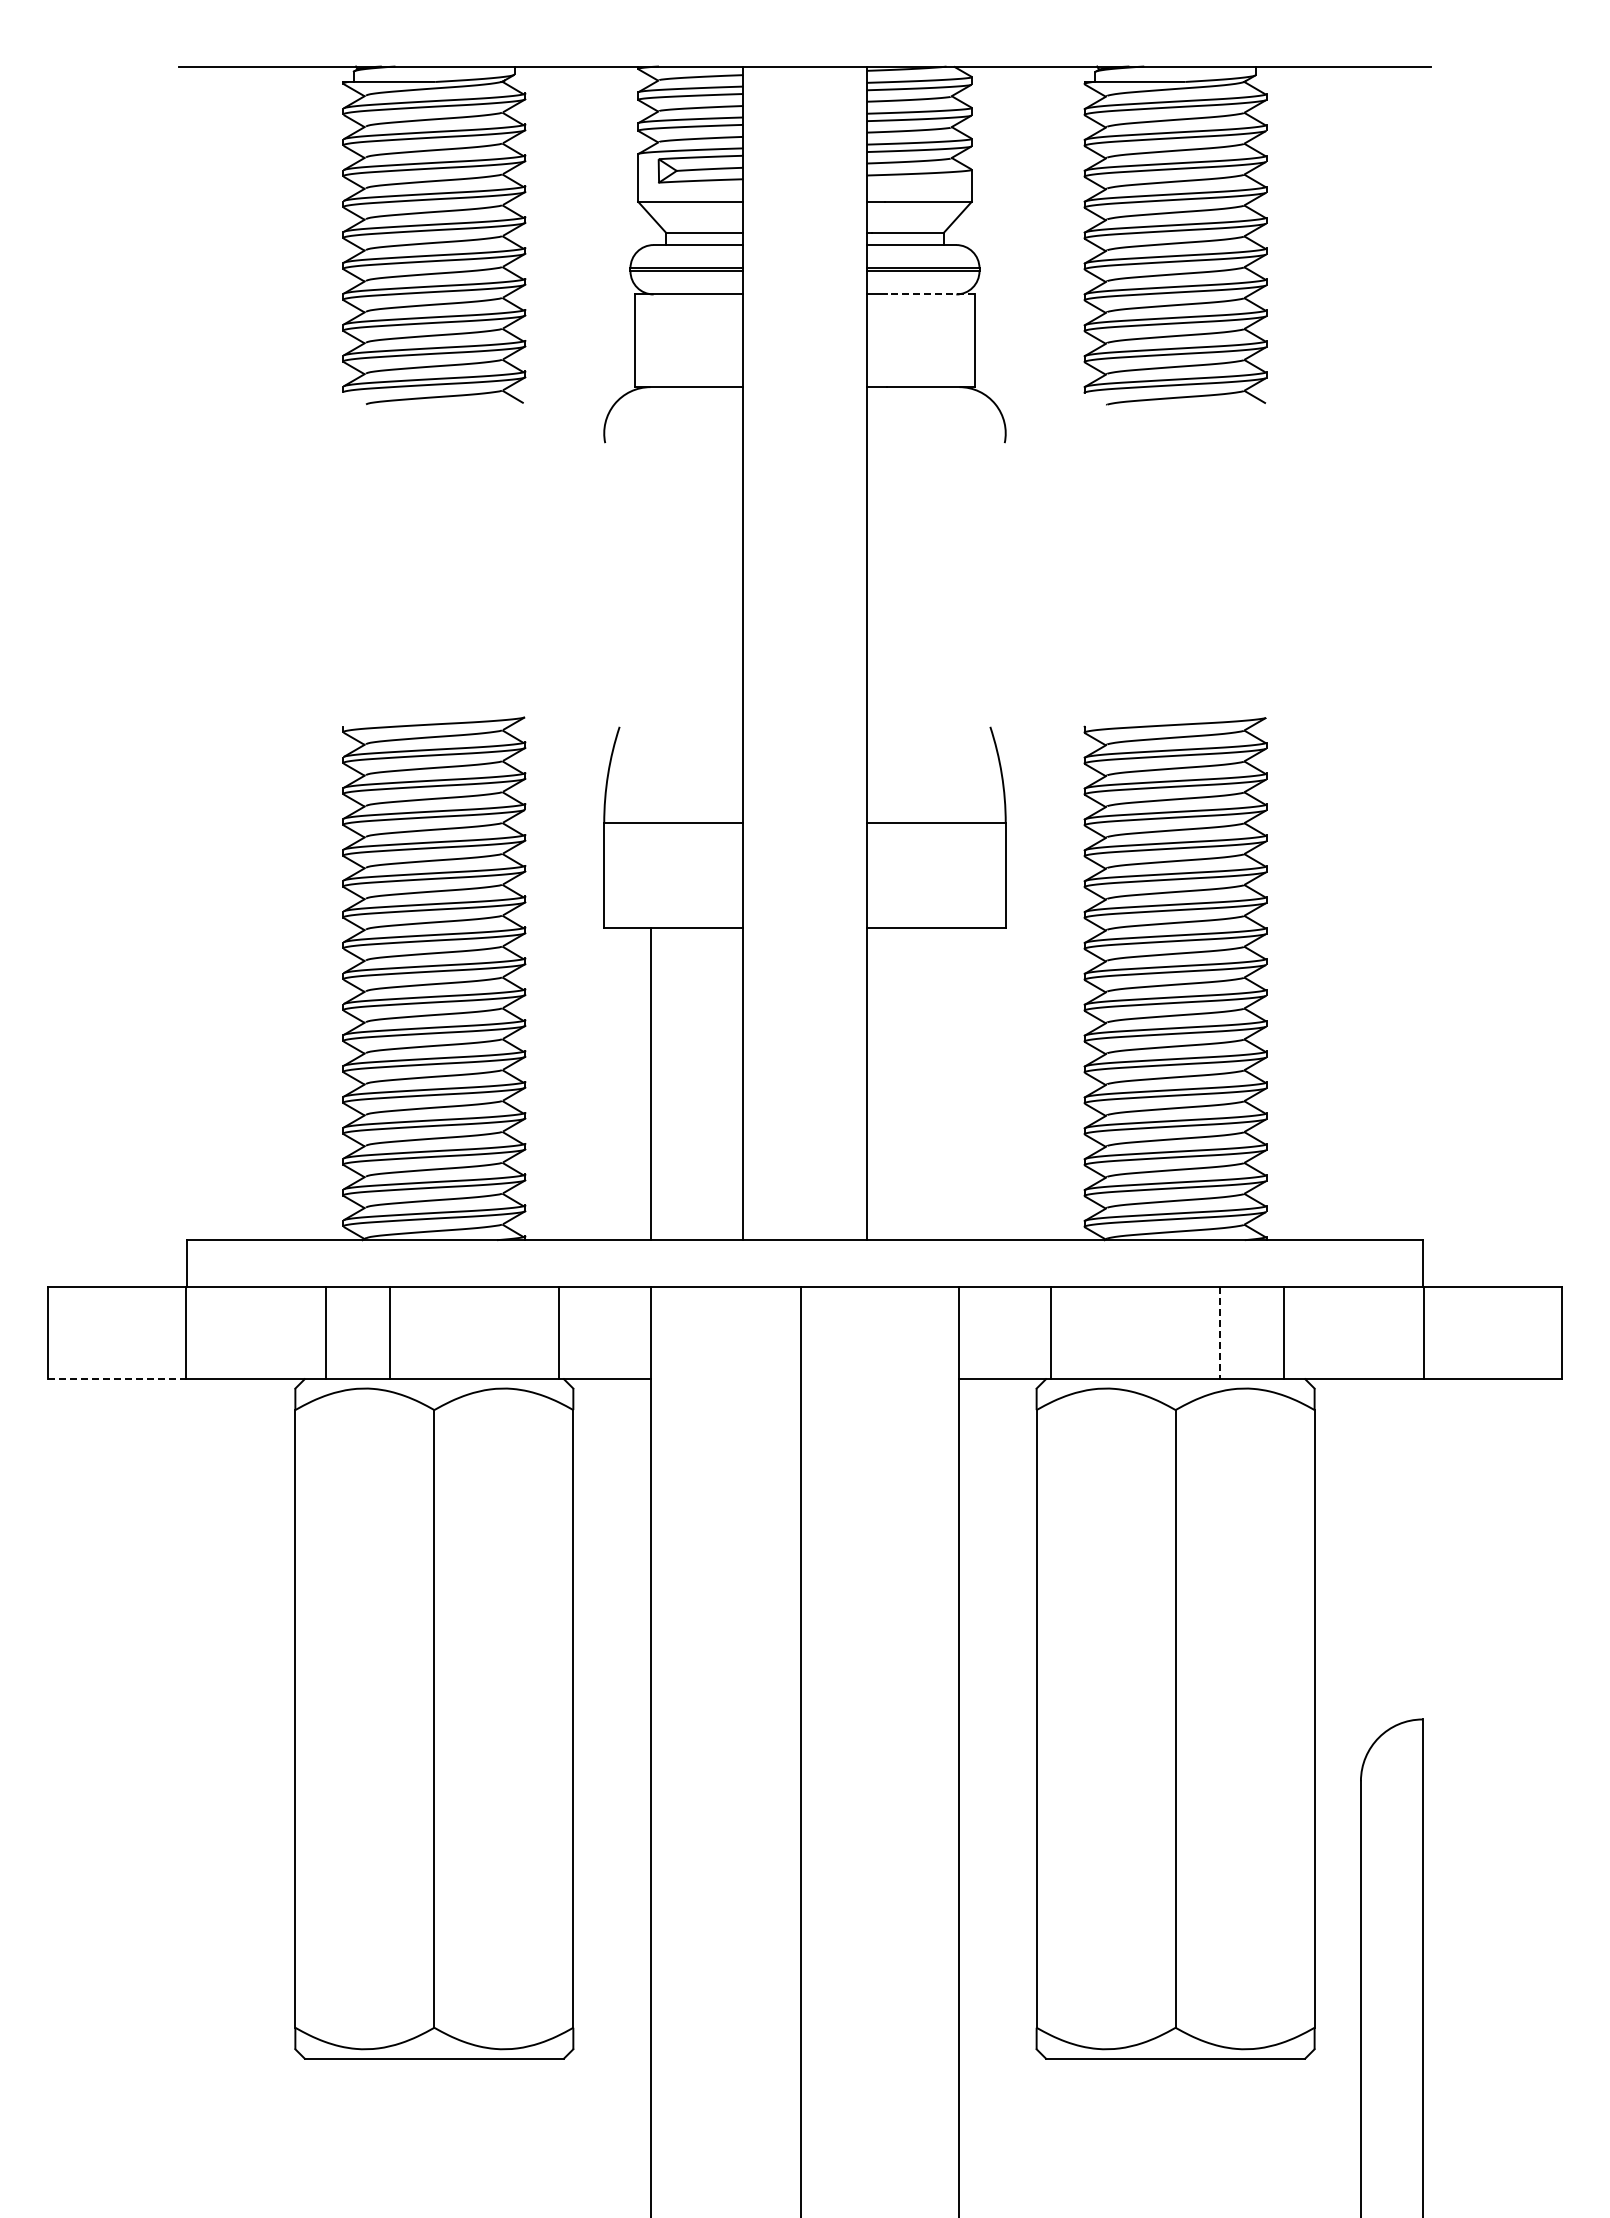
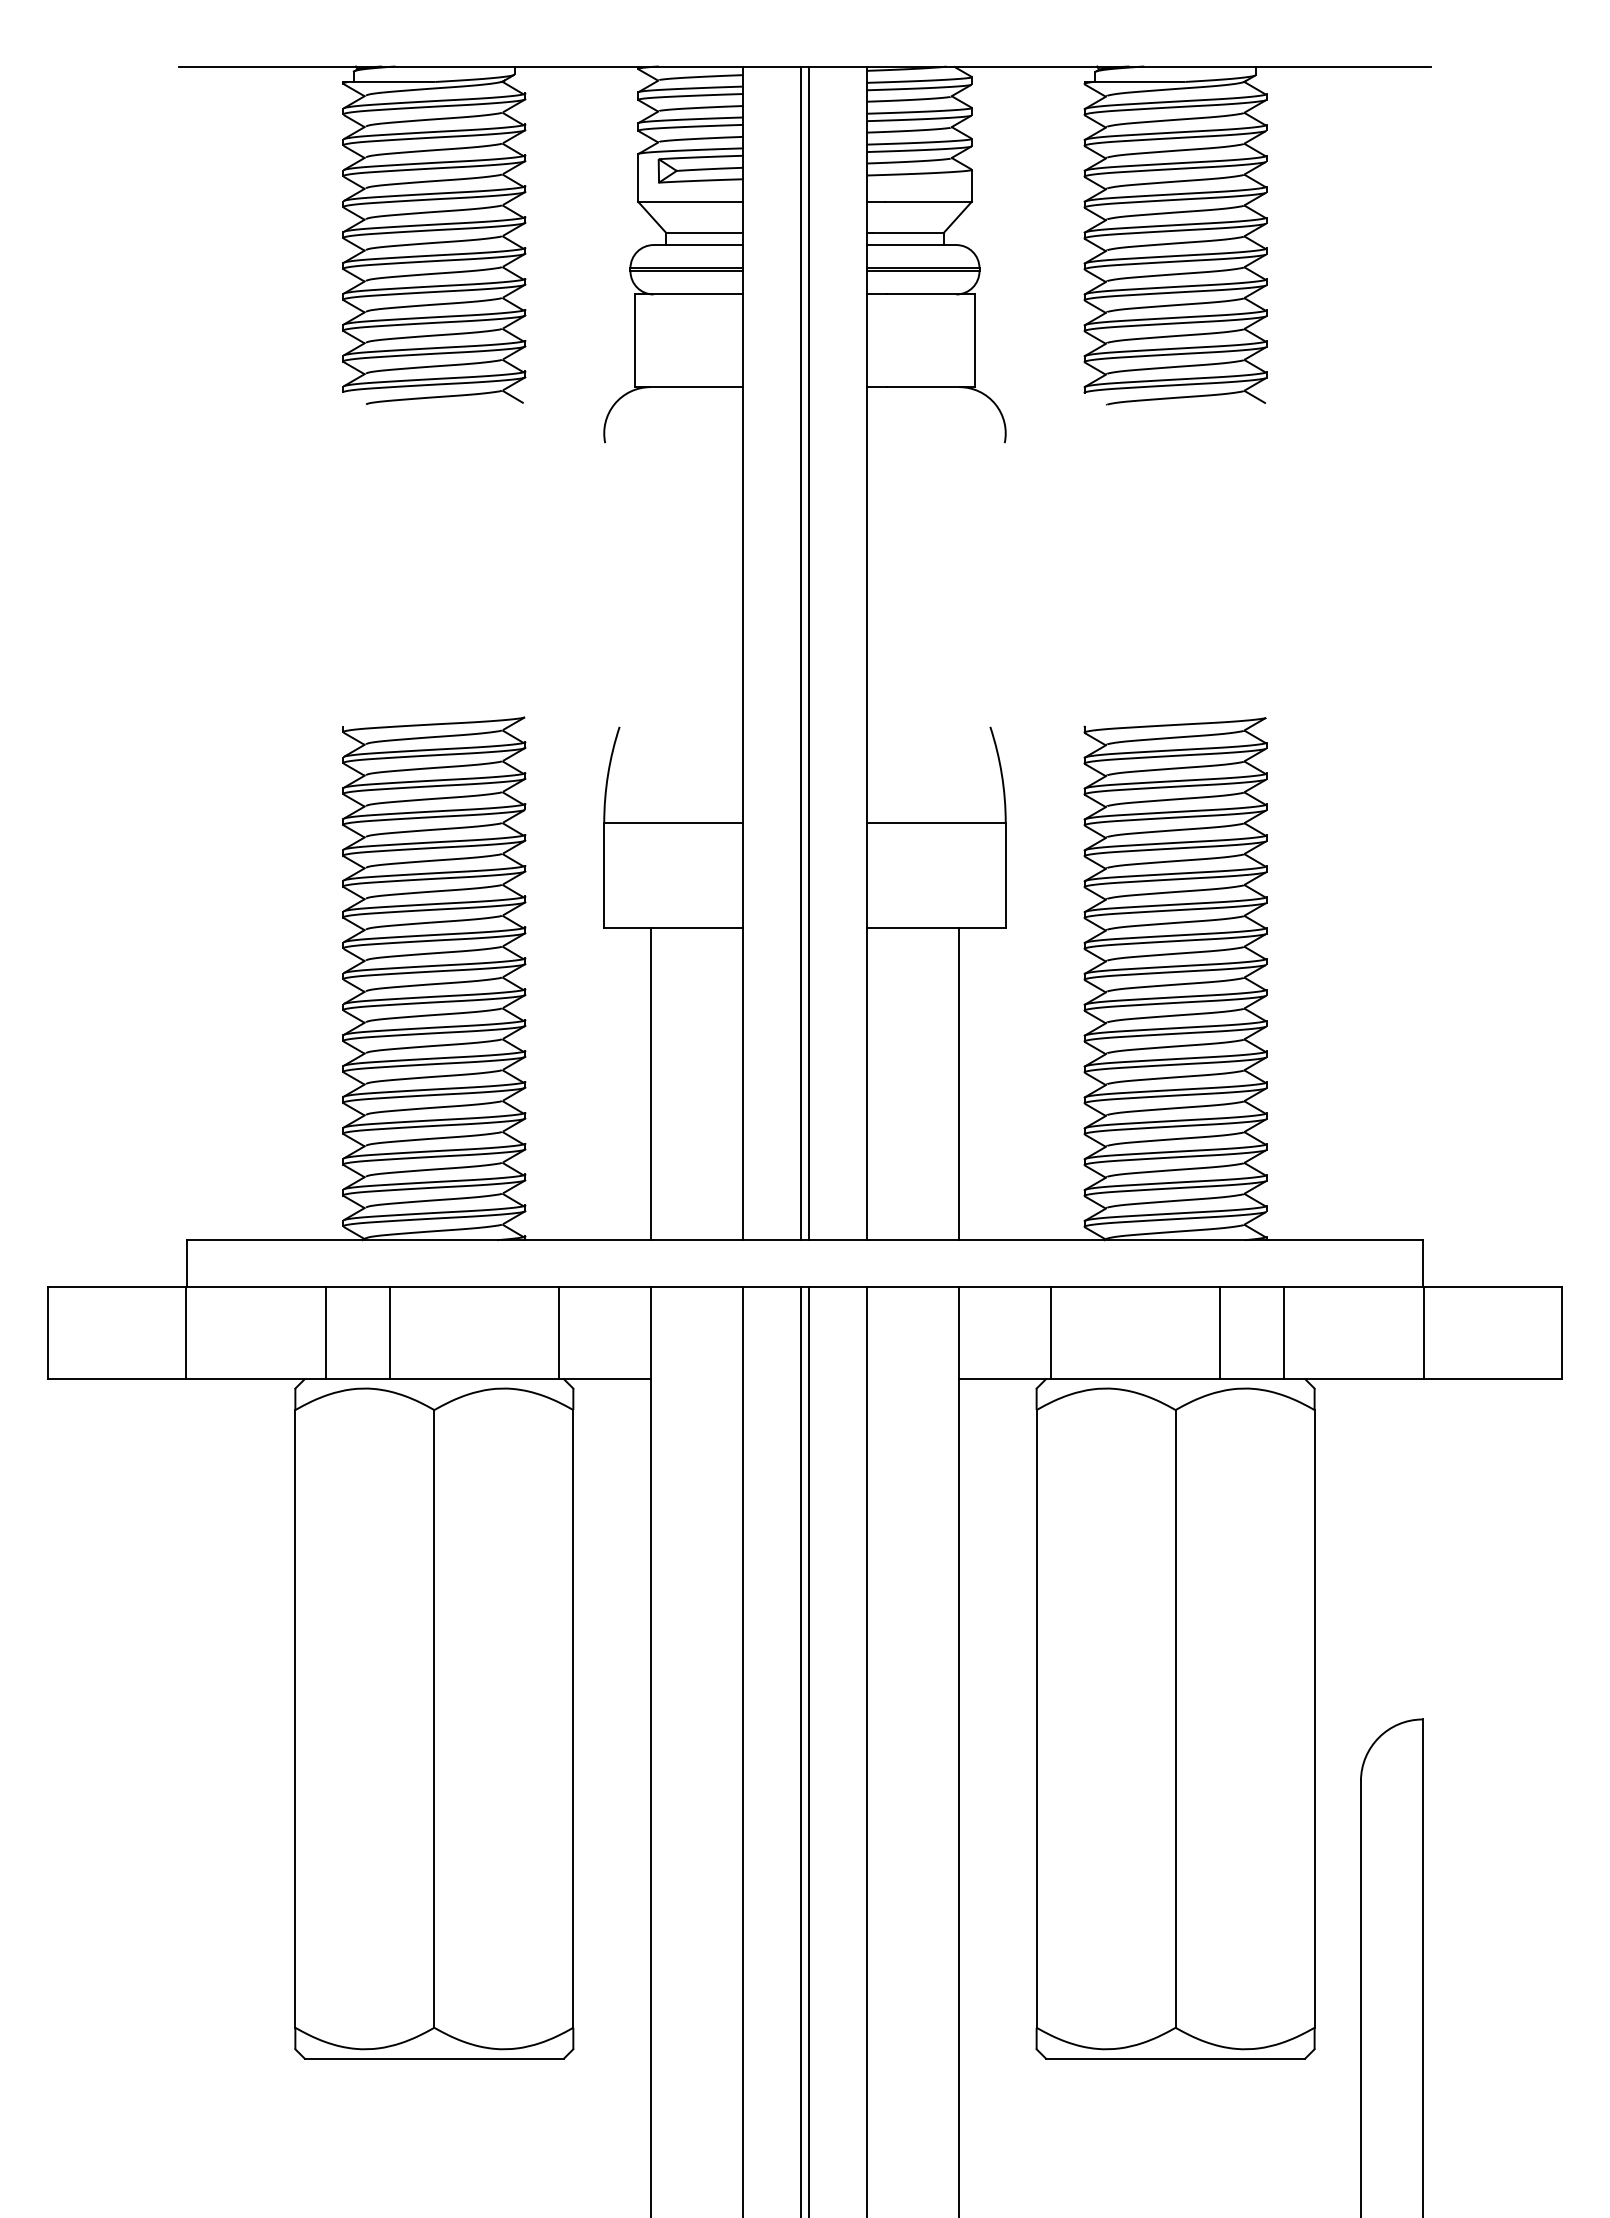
line at (930, 294): dashed -> solid
line at (800, 653): none -> present
line at (809, 653): none -> present
line at (959, 1083): none -> present
line at (1219, 1333): dashed -> solid
line at (117, 1379): dashed -> solid
line at (743, 1750): none -> present
line at (809, 1750): none -> present
line at (866, 1750): none -> present
